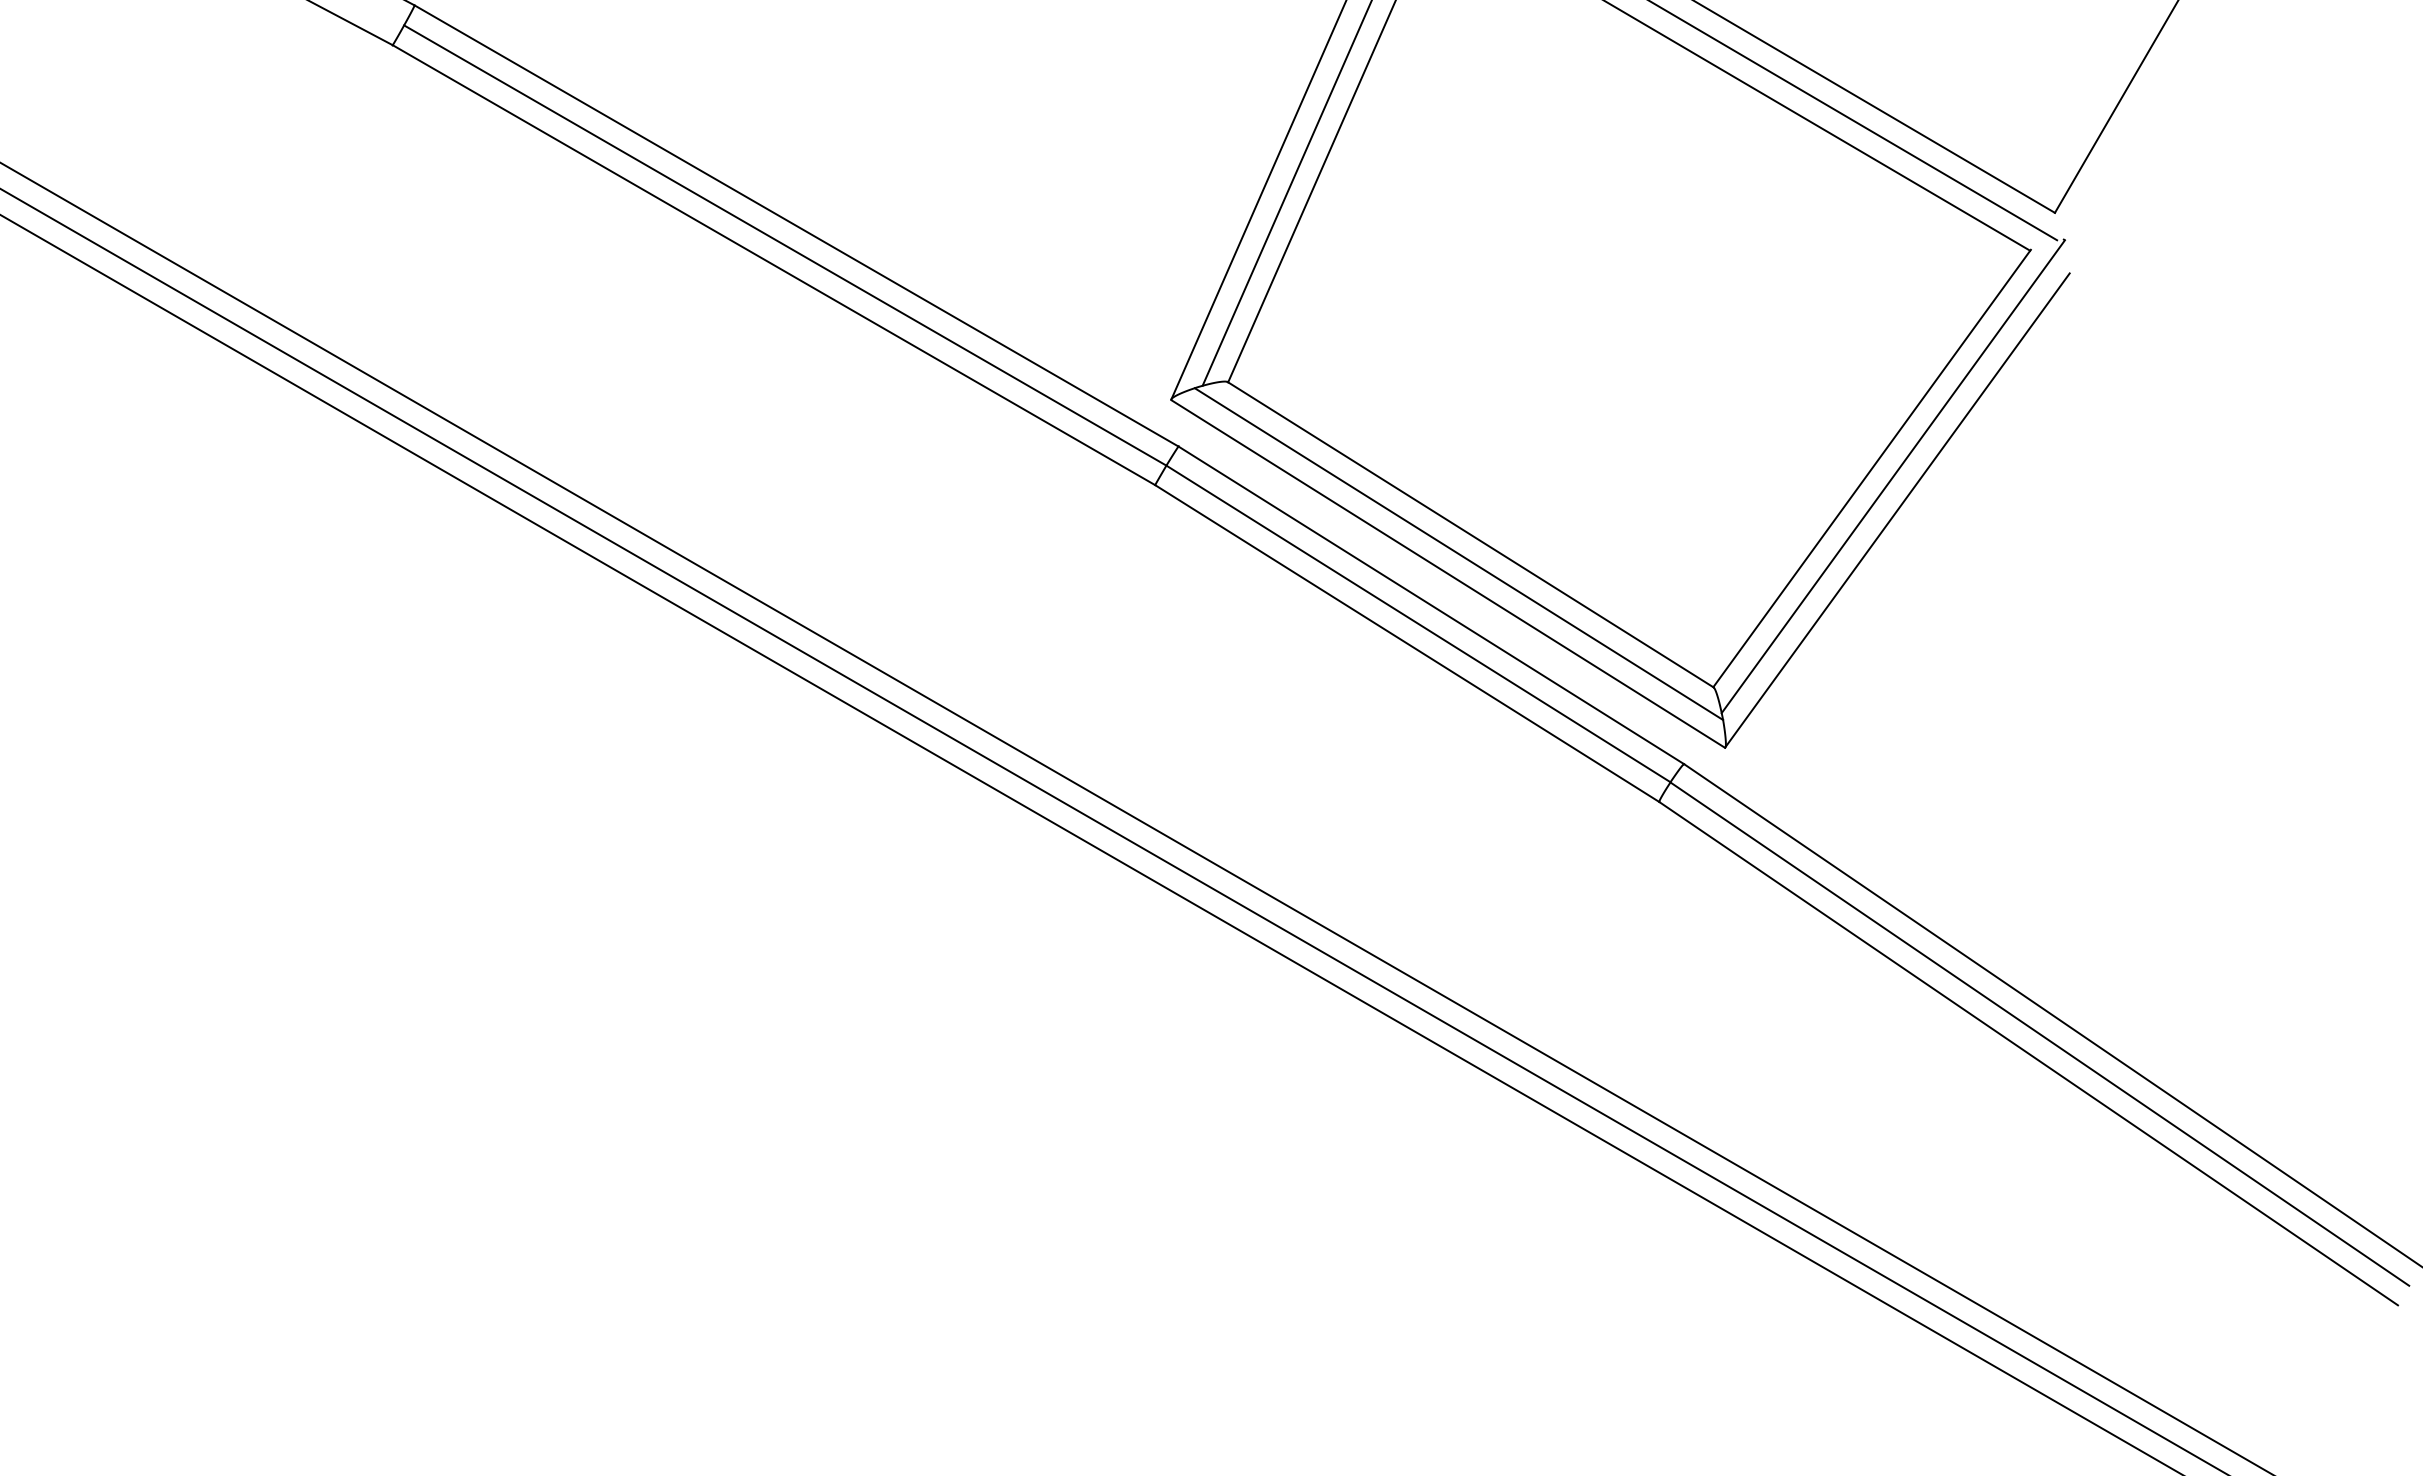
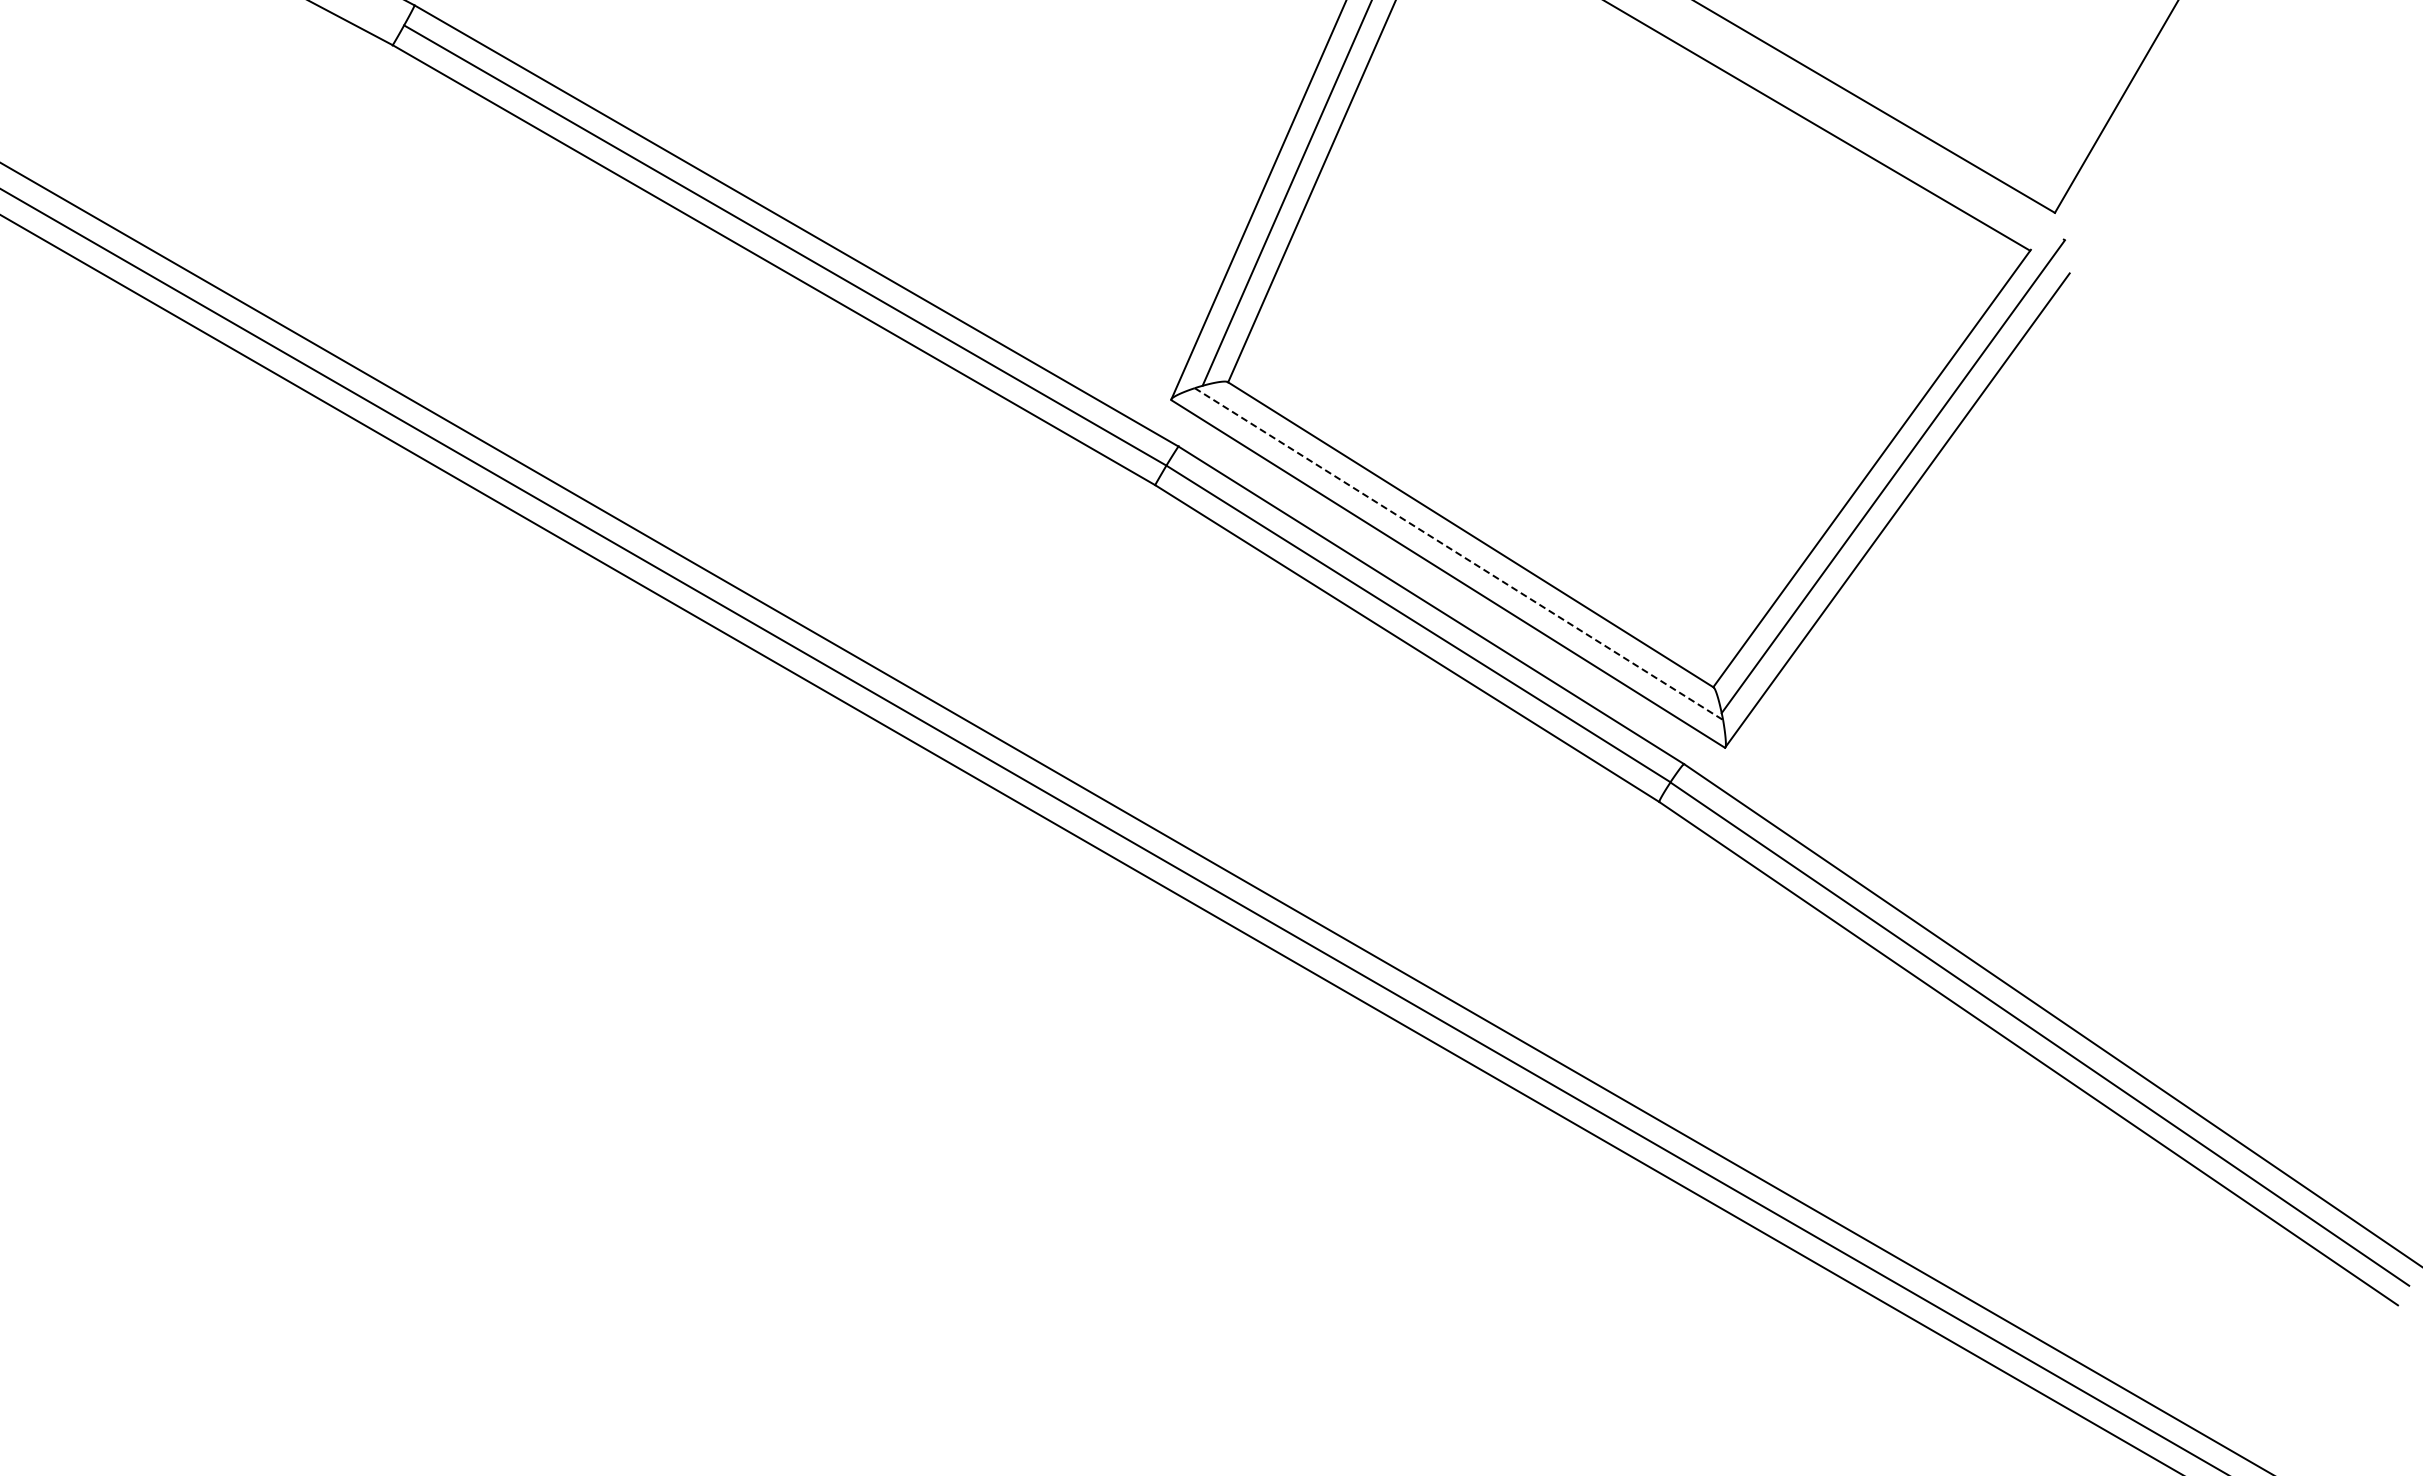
line at (1854, 121): present -> none
line at (1458, 554): solid -> dashed
